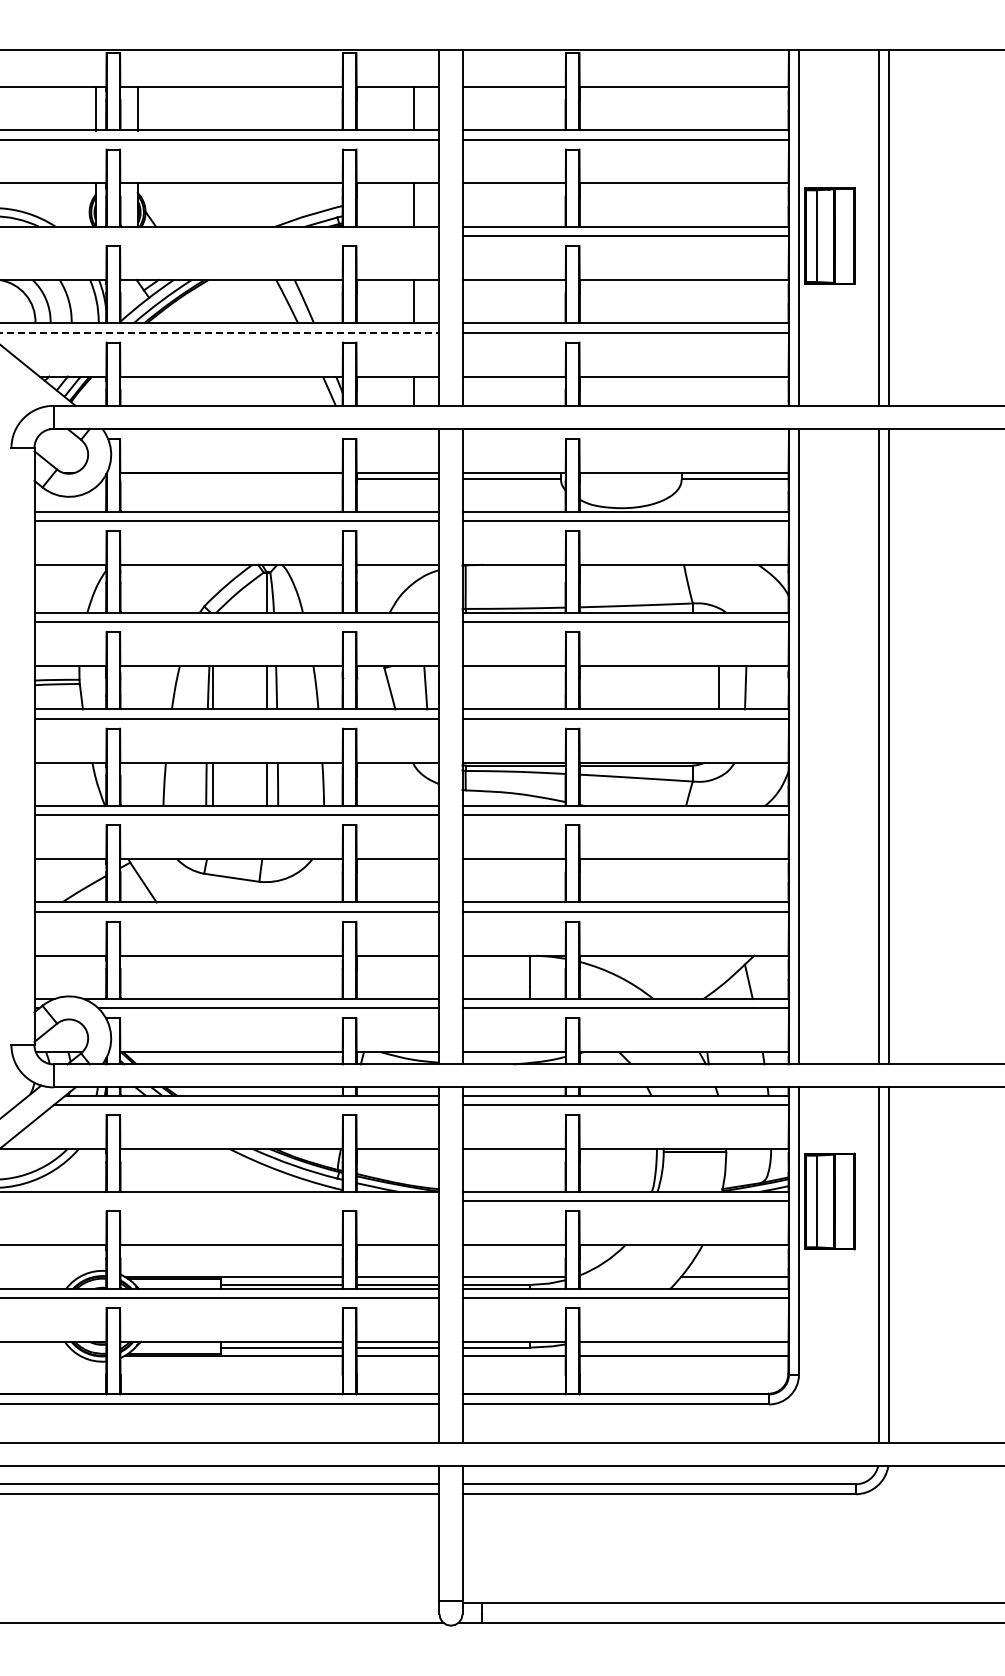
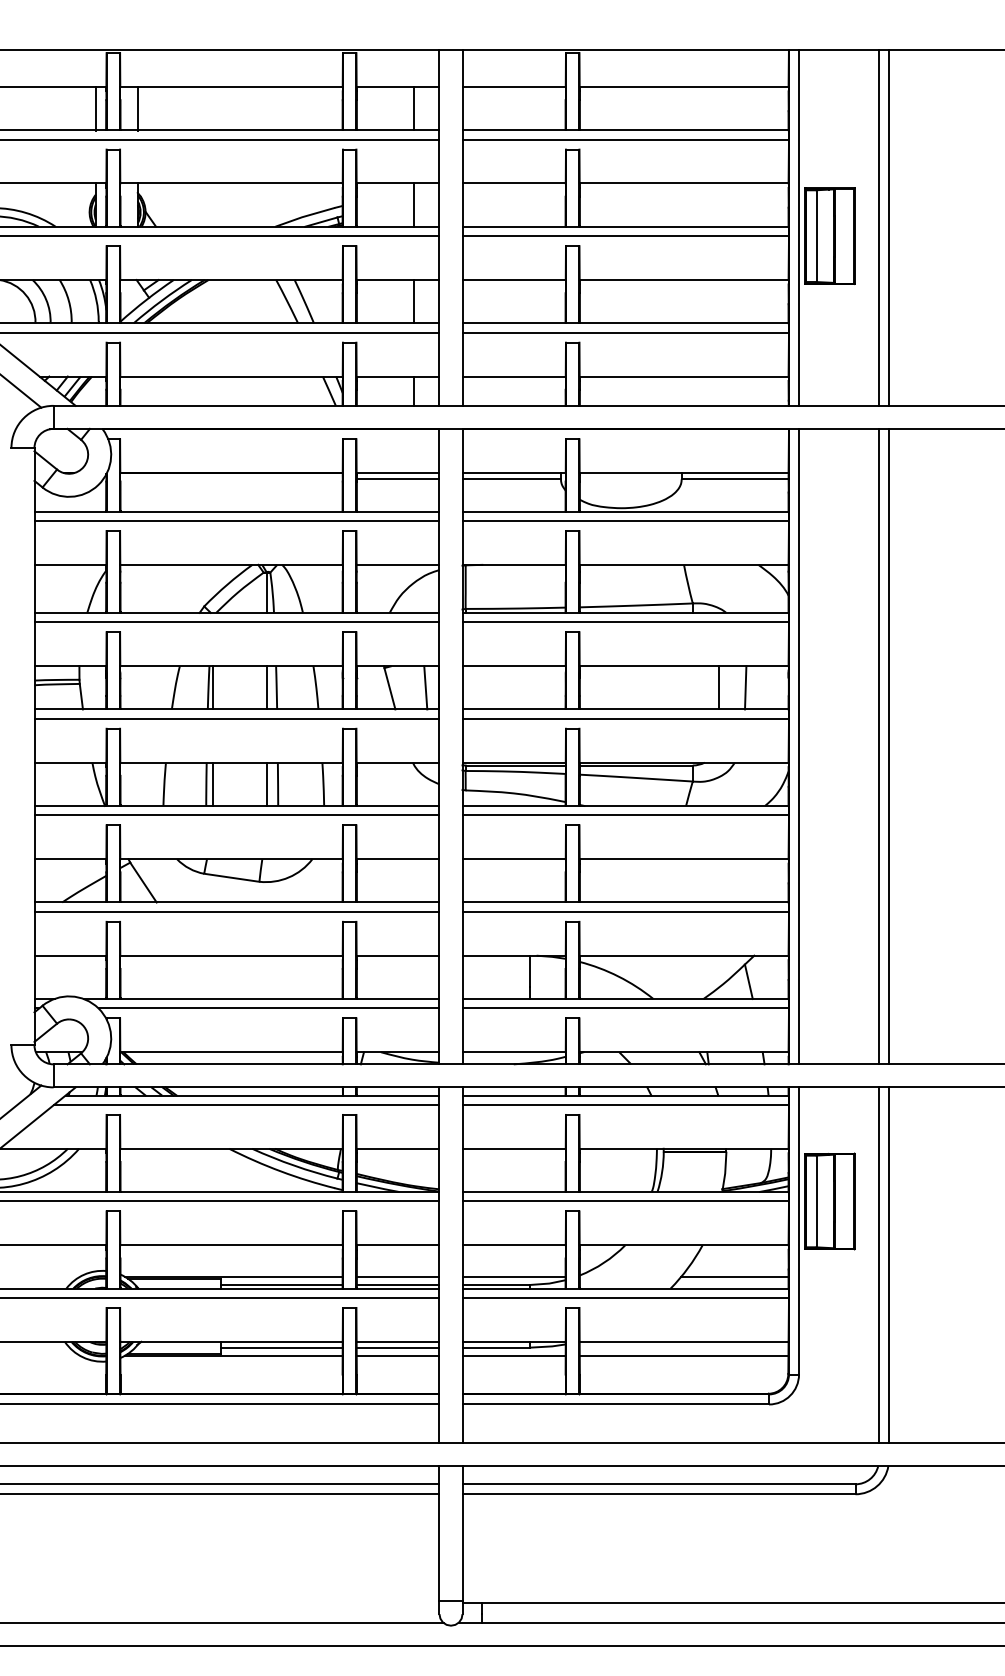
line at (220, 236): none -> present
line at (219, 332): dashed -> solid
line at (21, 391): none -> present
line at (220, 1201): none -> present
line at (501, 1646): none -> present
